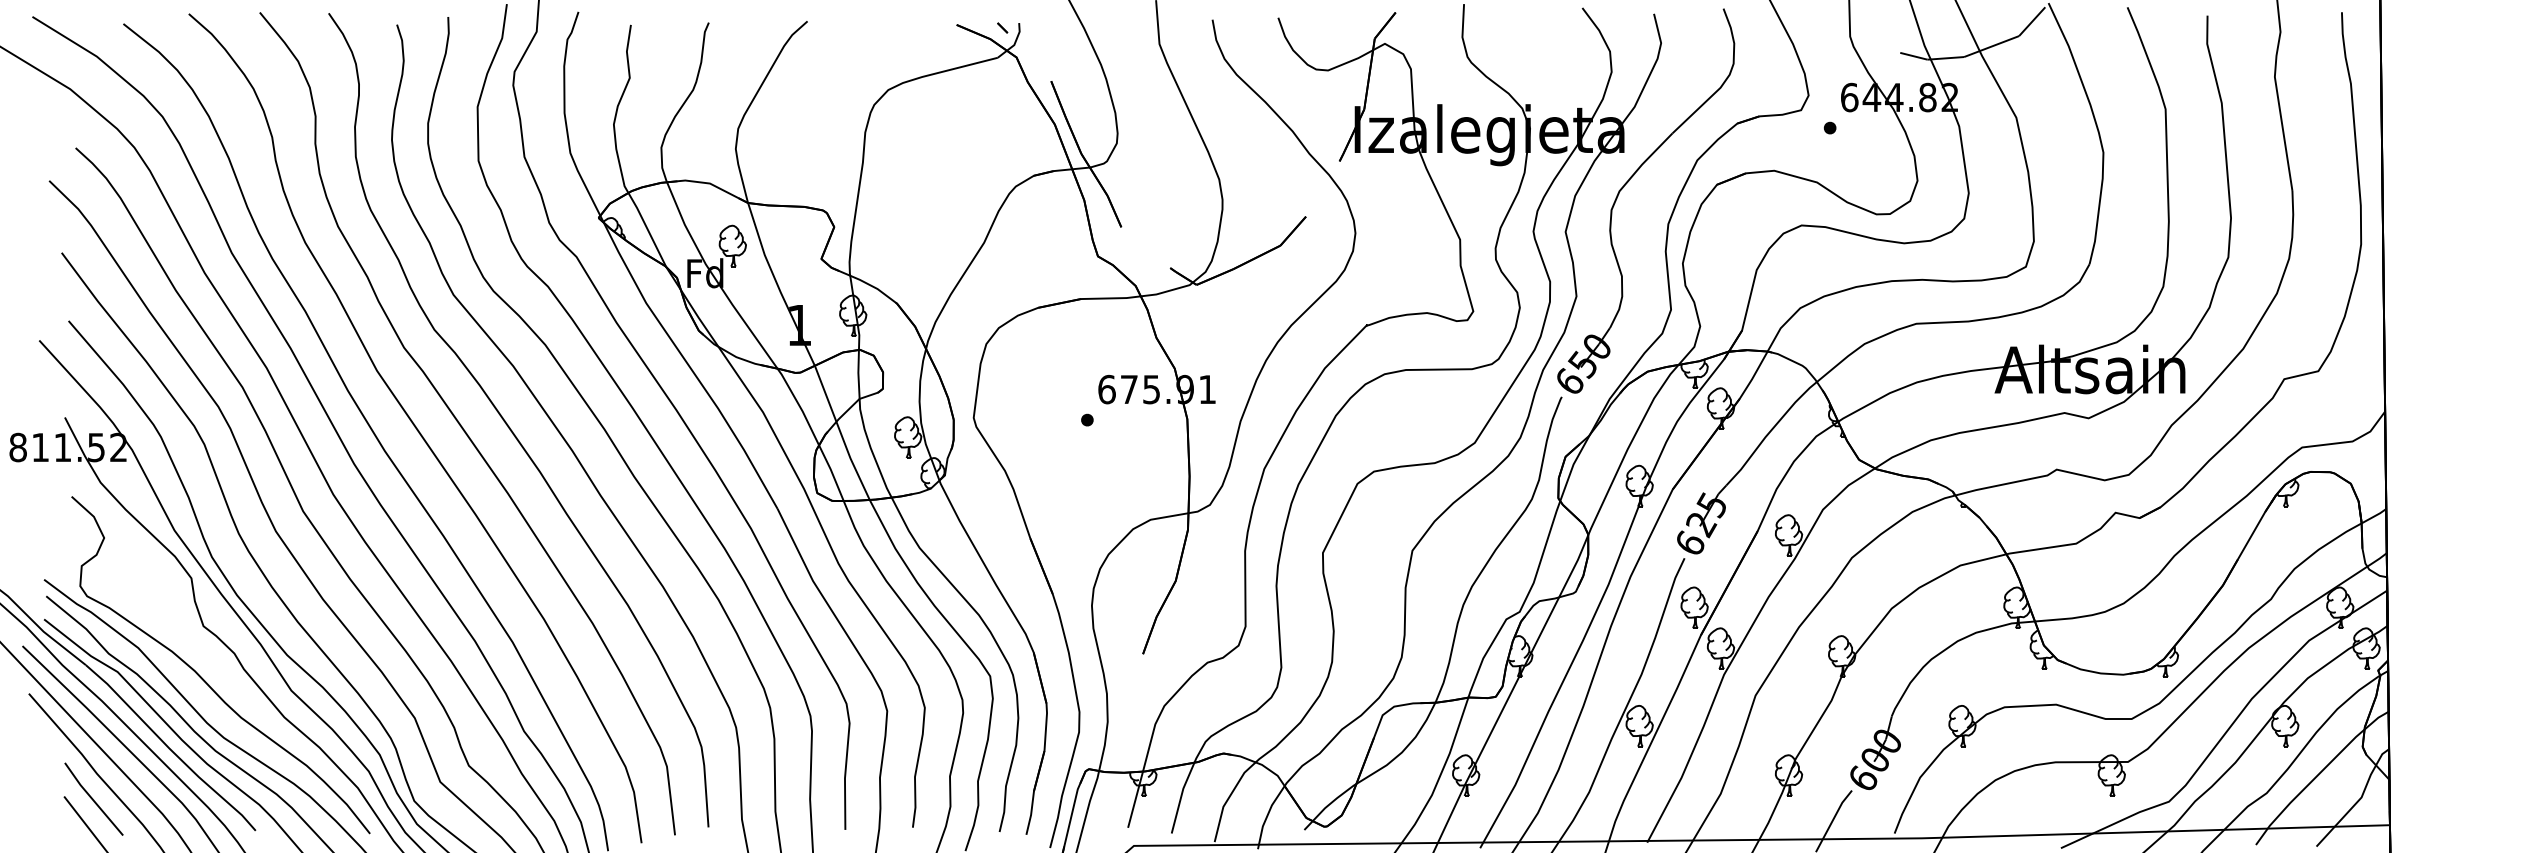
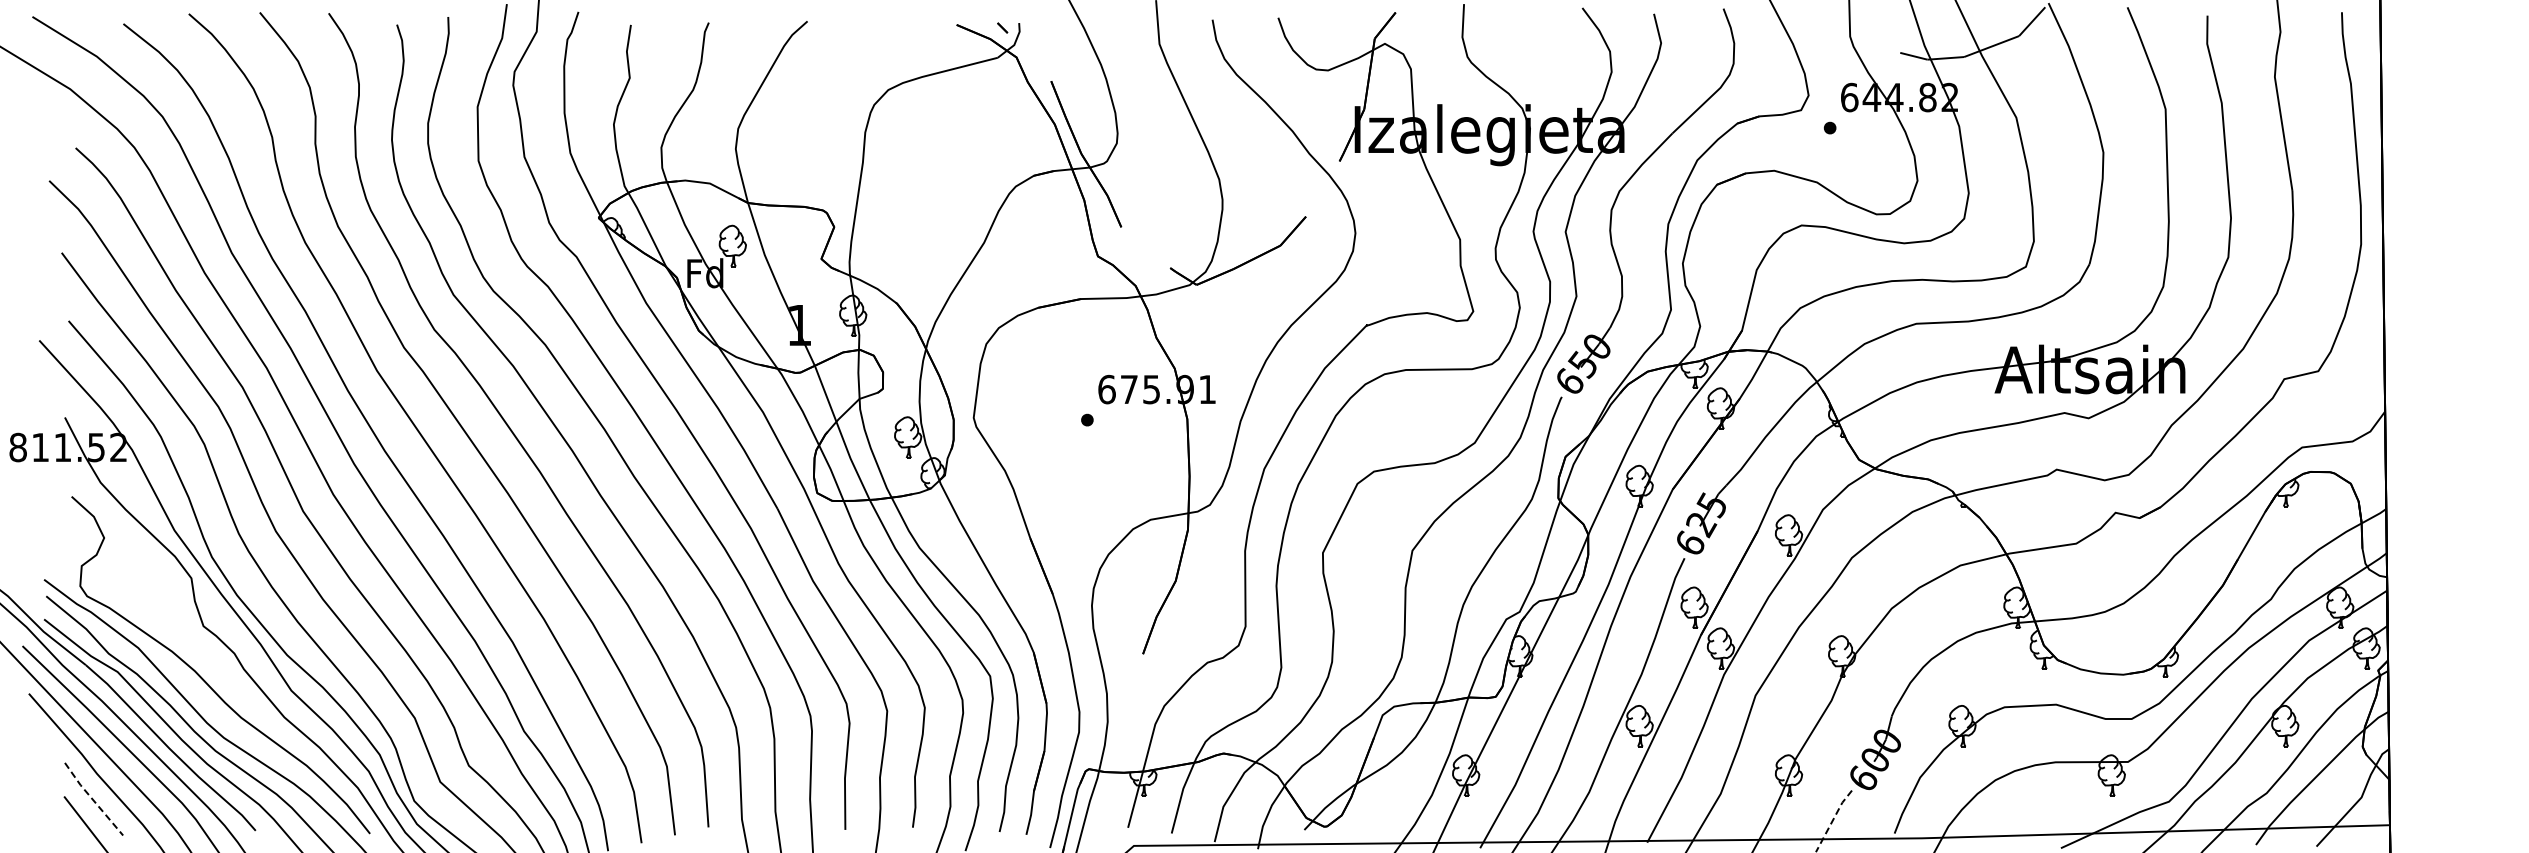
line at (92, 799): solid -> dashed
line at (1833, 820): solid -> dashed
